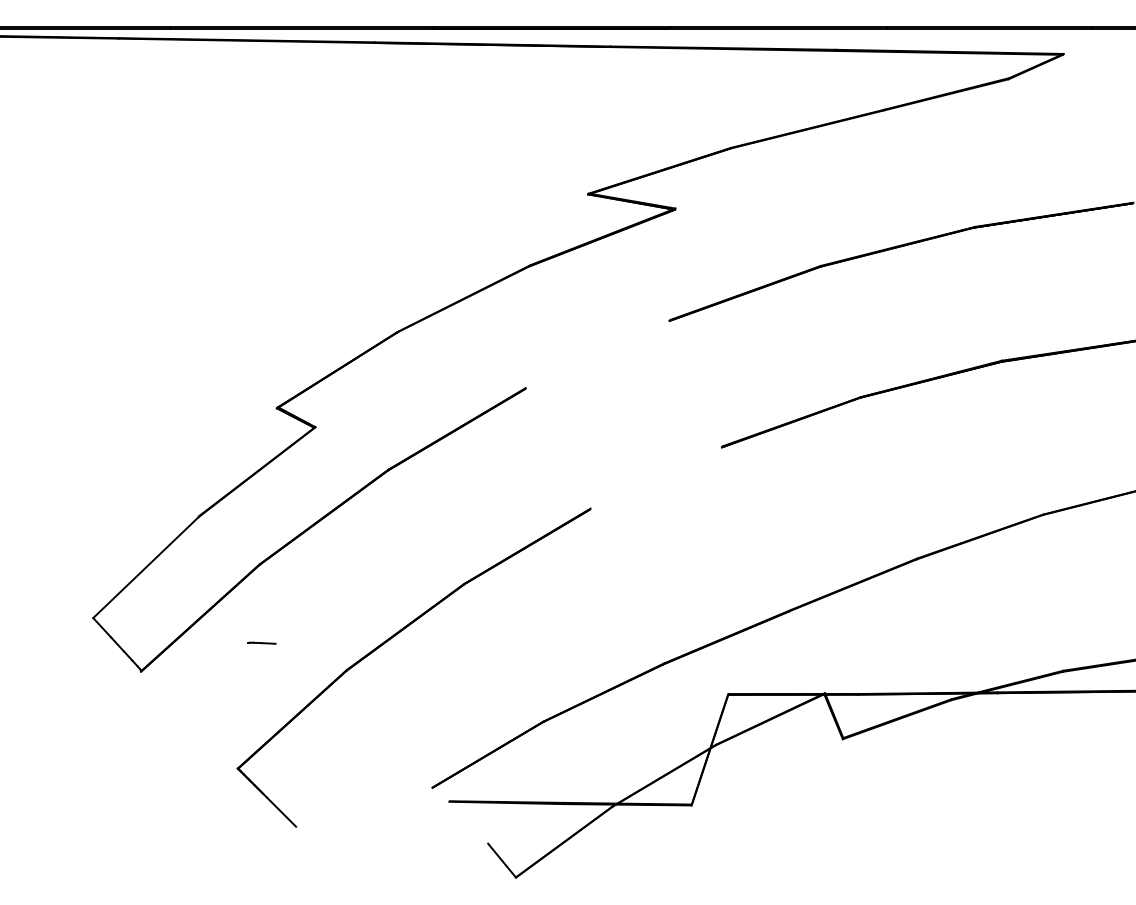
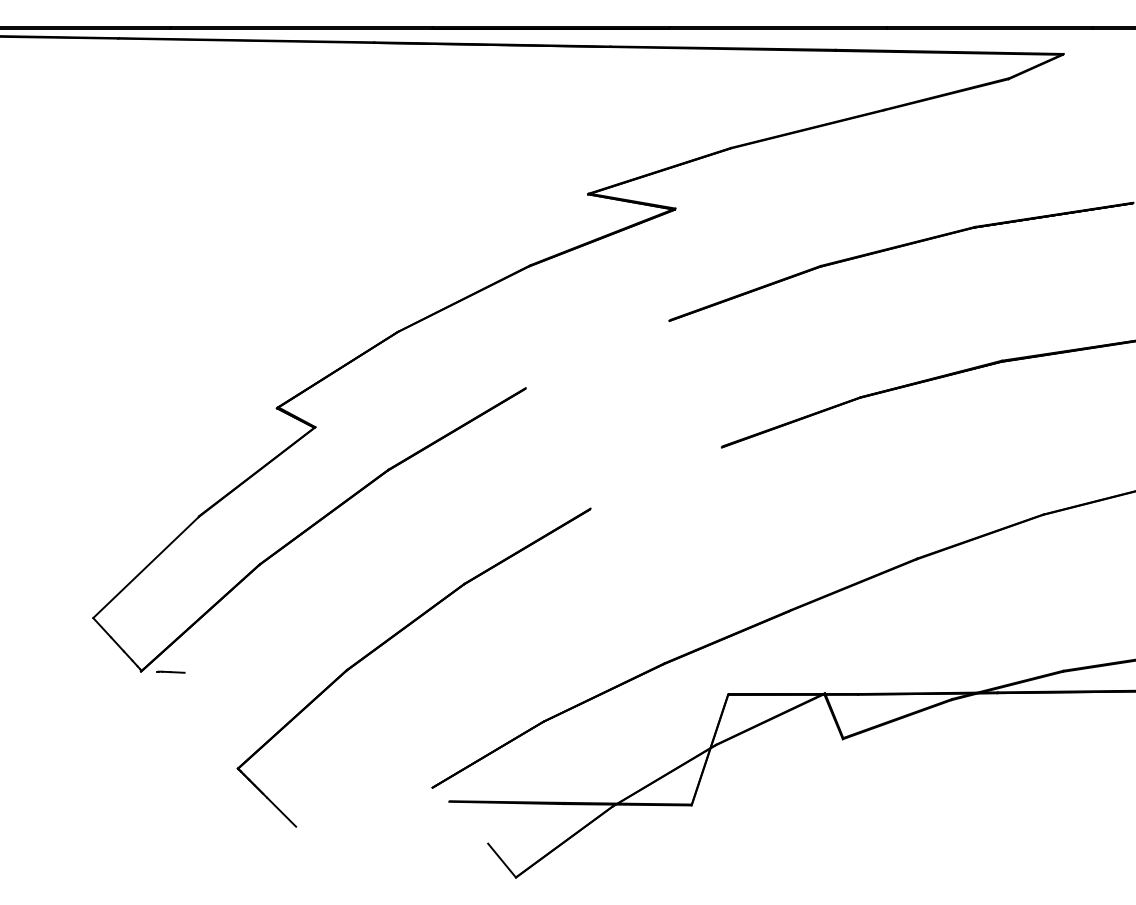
line at (261, 642) position: (261, 642) -> (170, 671)
